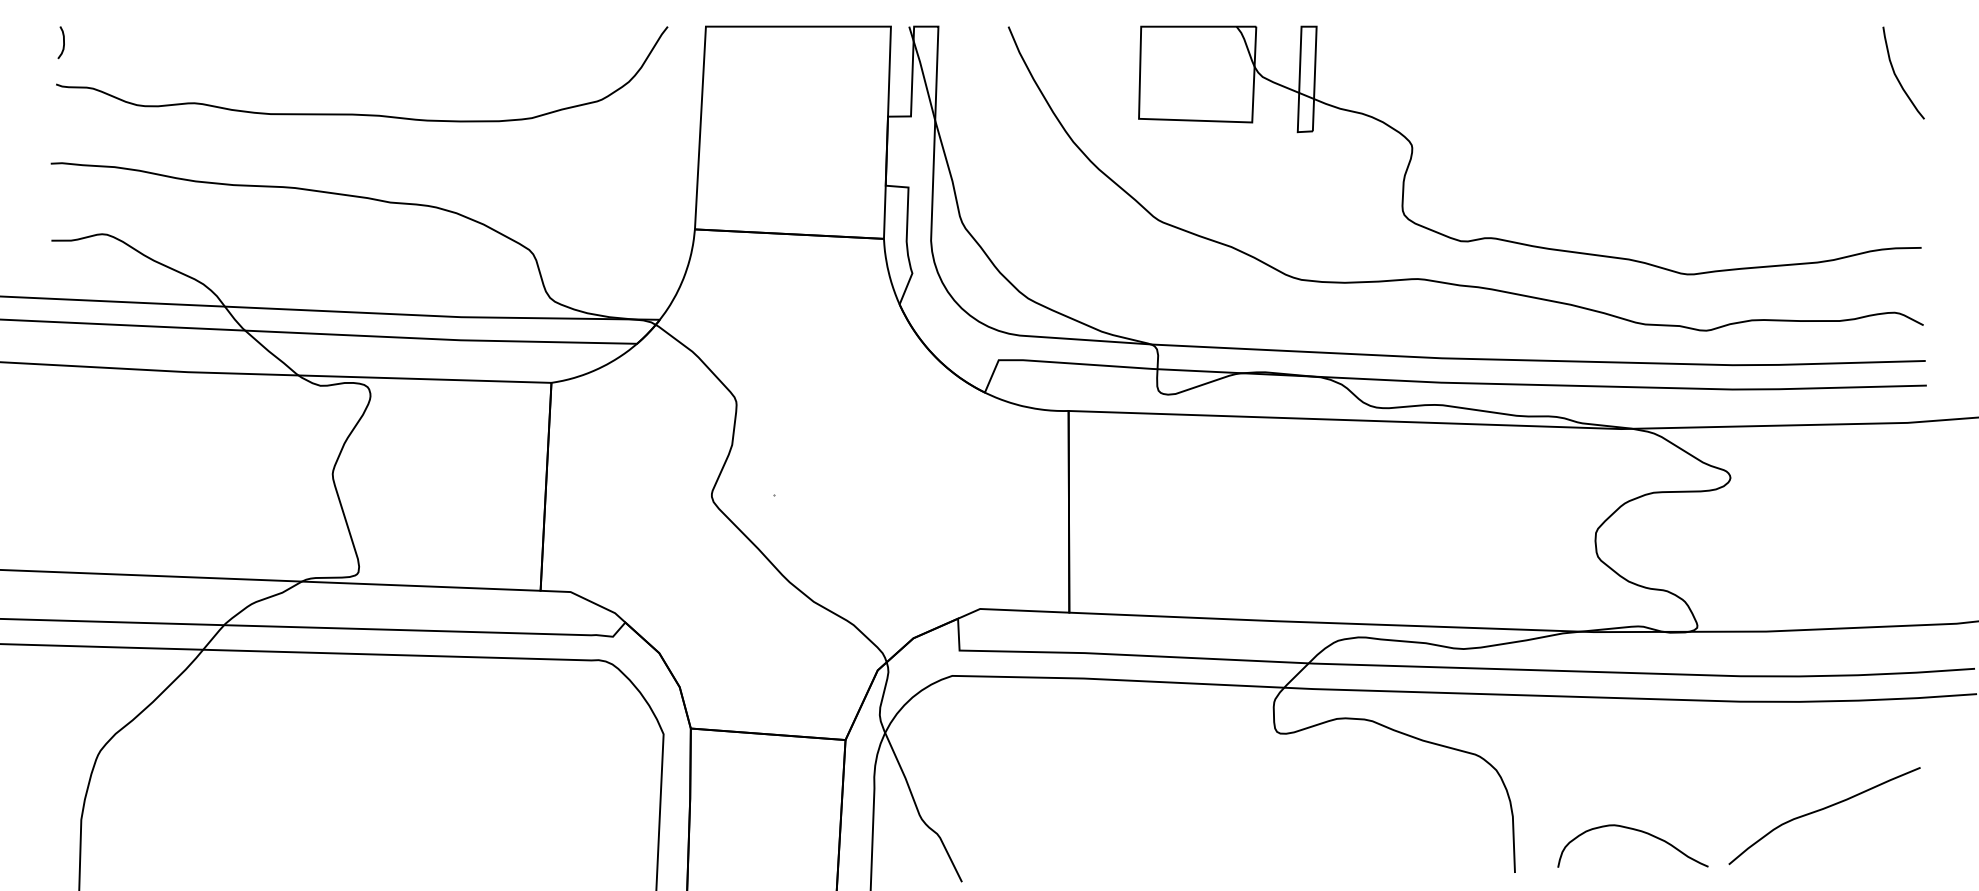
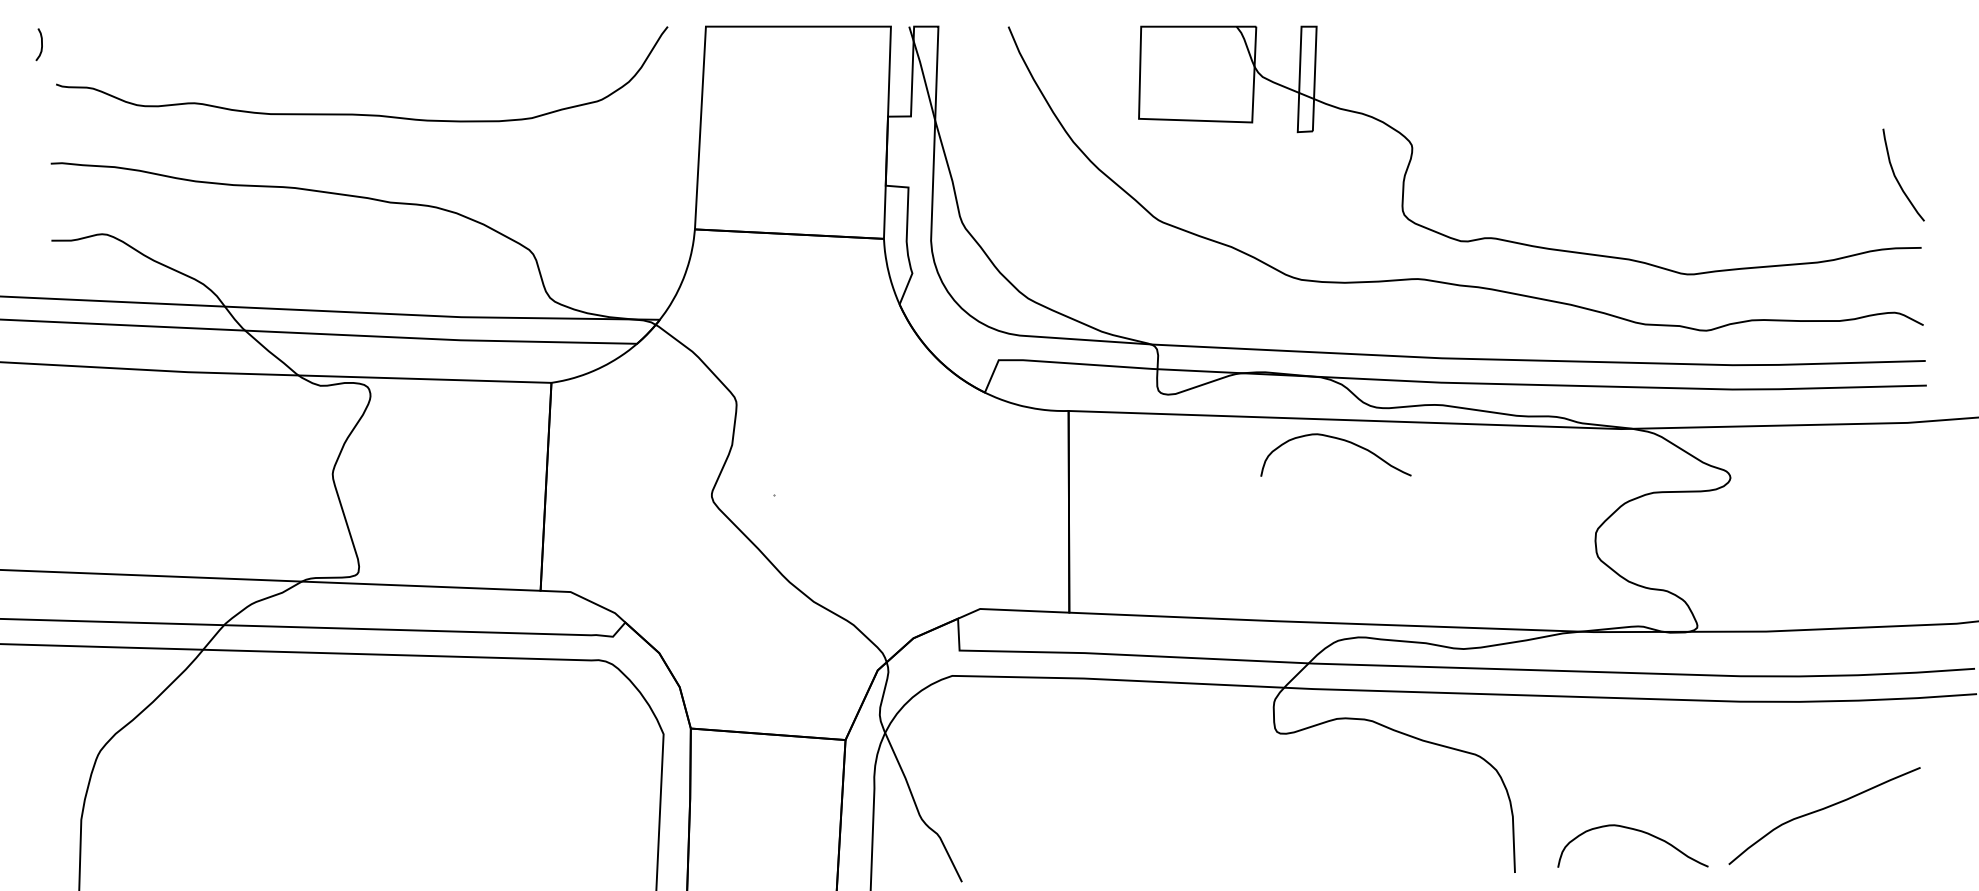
curve at (63, 42) position: (63, 42) -> (41, 44)
curve at (1897, 76) position: (1897, 76) -> (1897, 178)
curve at (1340, 440): none -> present
